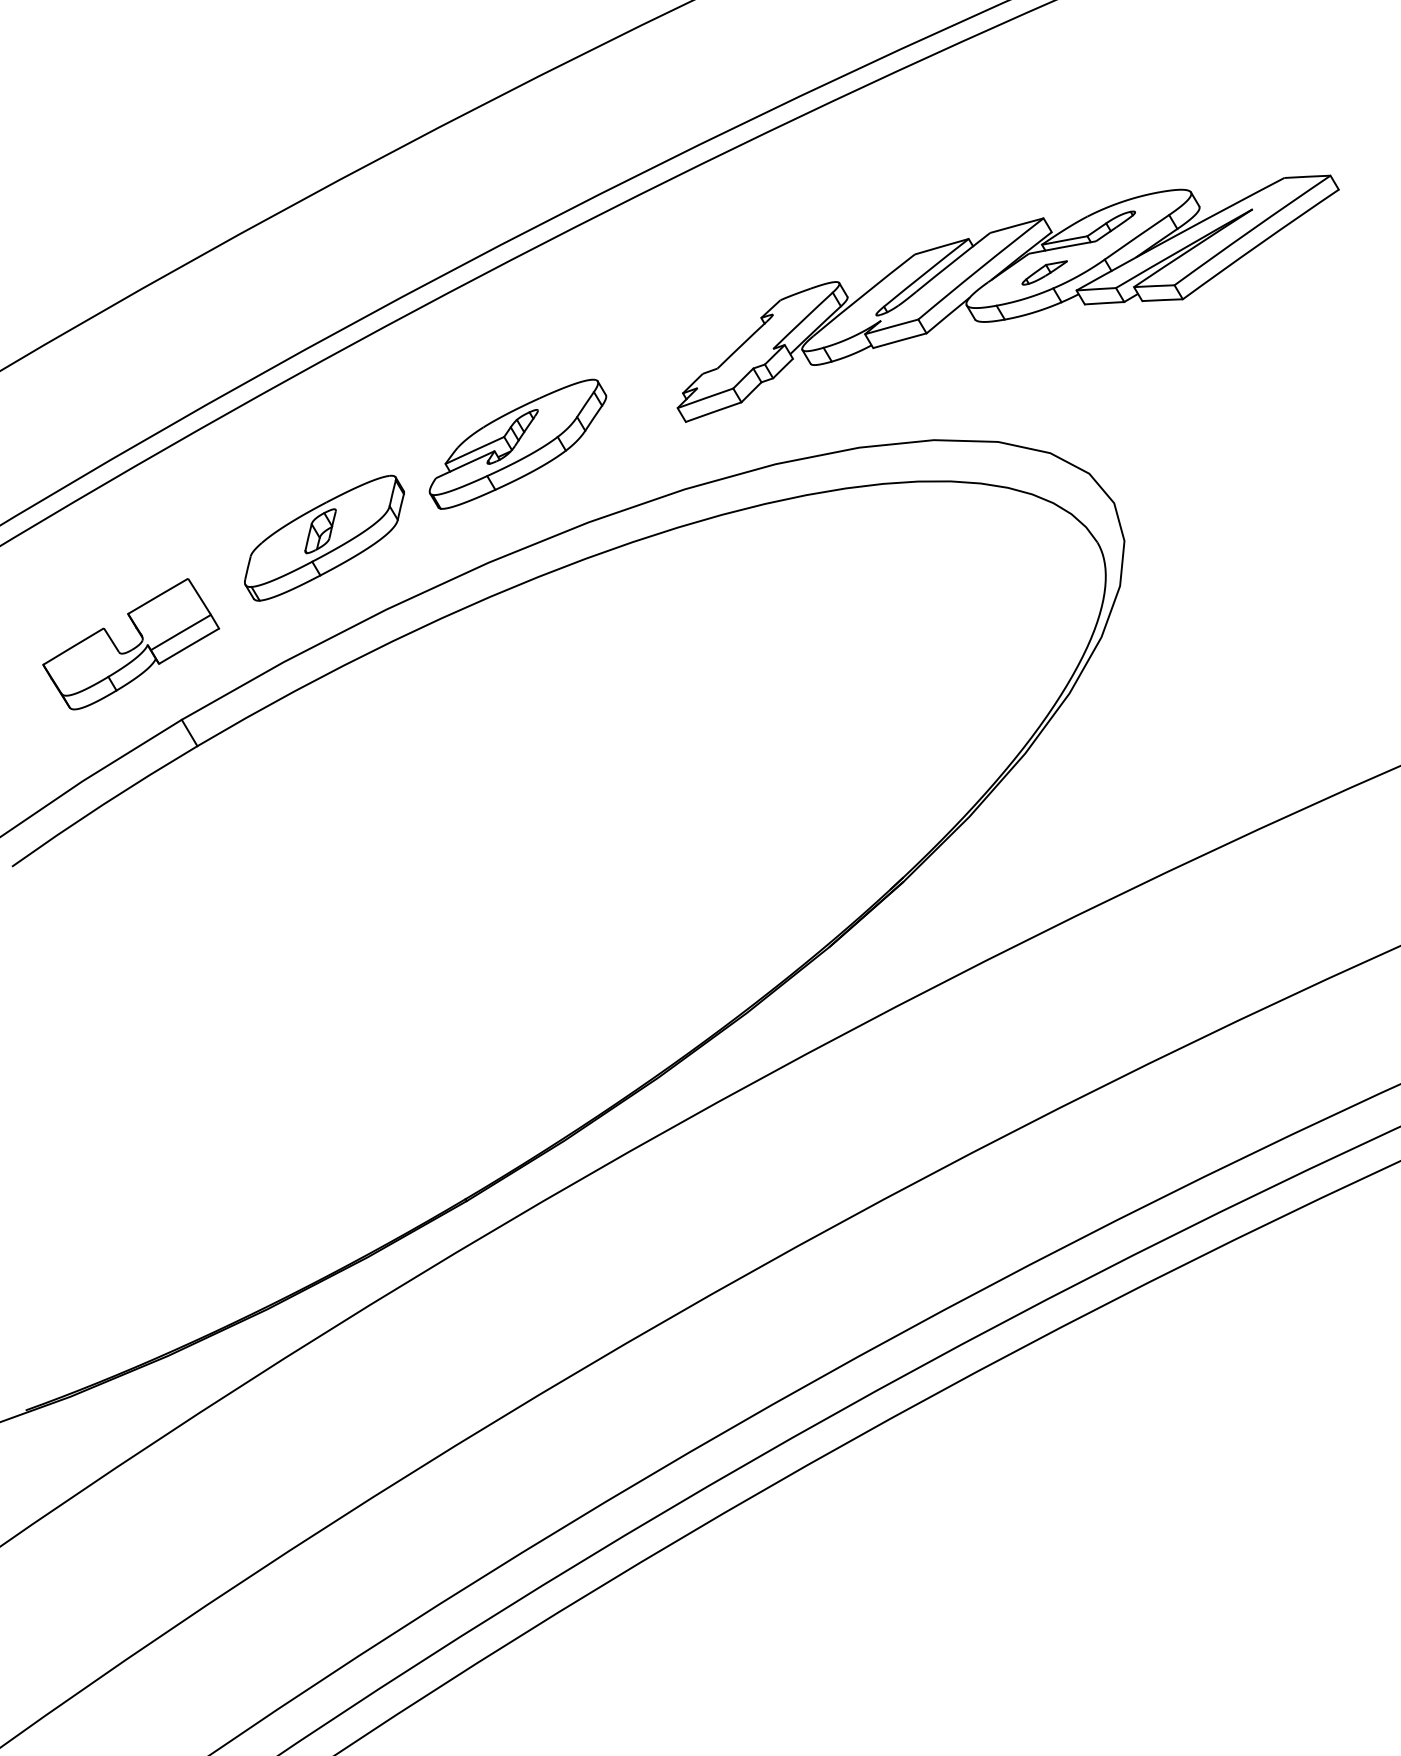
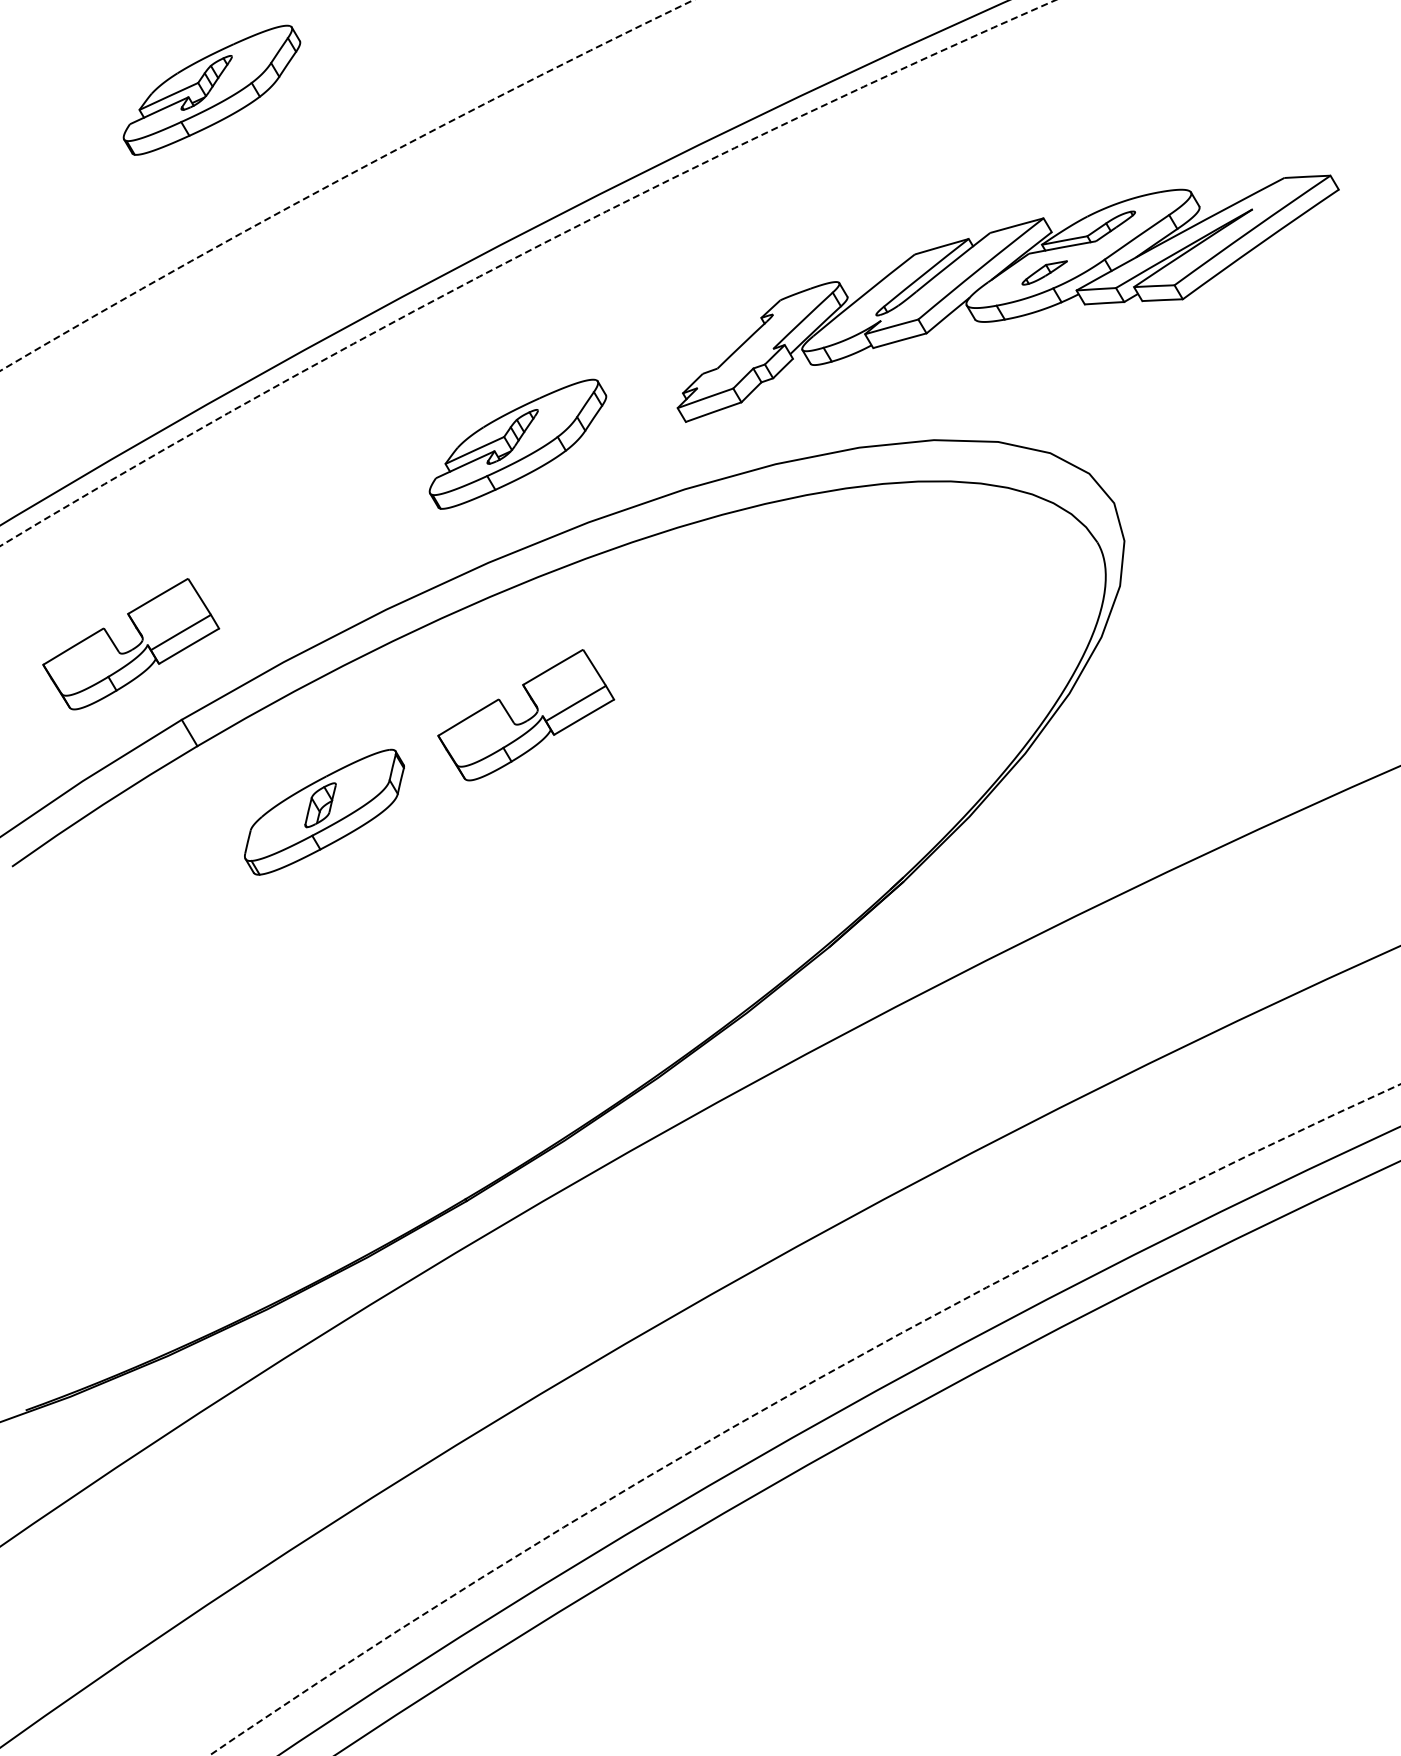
part at (211, 89): none -> present
circle at (346, 185): solid -> dashed
arc at (519, 256): solid -> dashed
part at (324, 537) position: (324, 537) -> (324, 811)
part at (526, 715): none -> present
circle at (804, 1419): solid -> dashed
